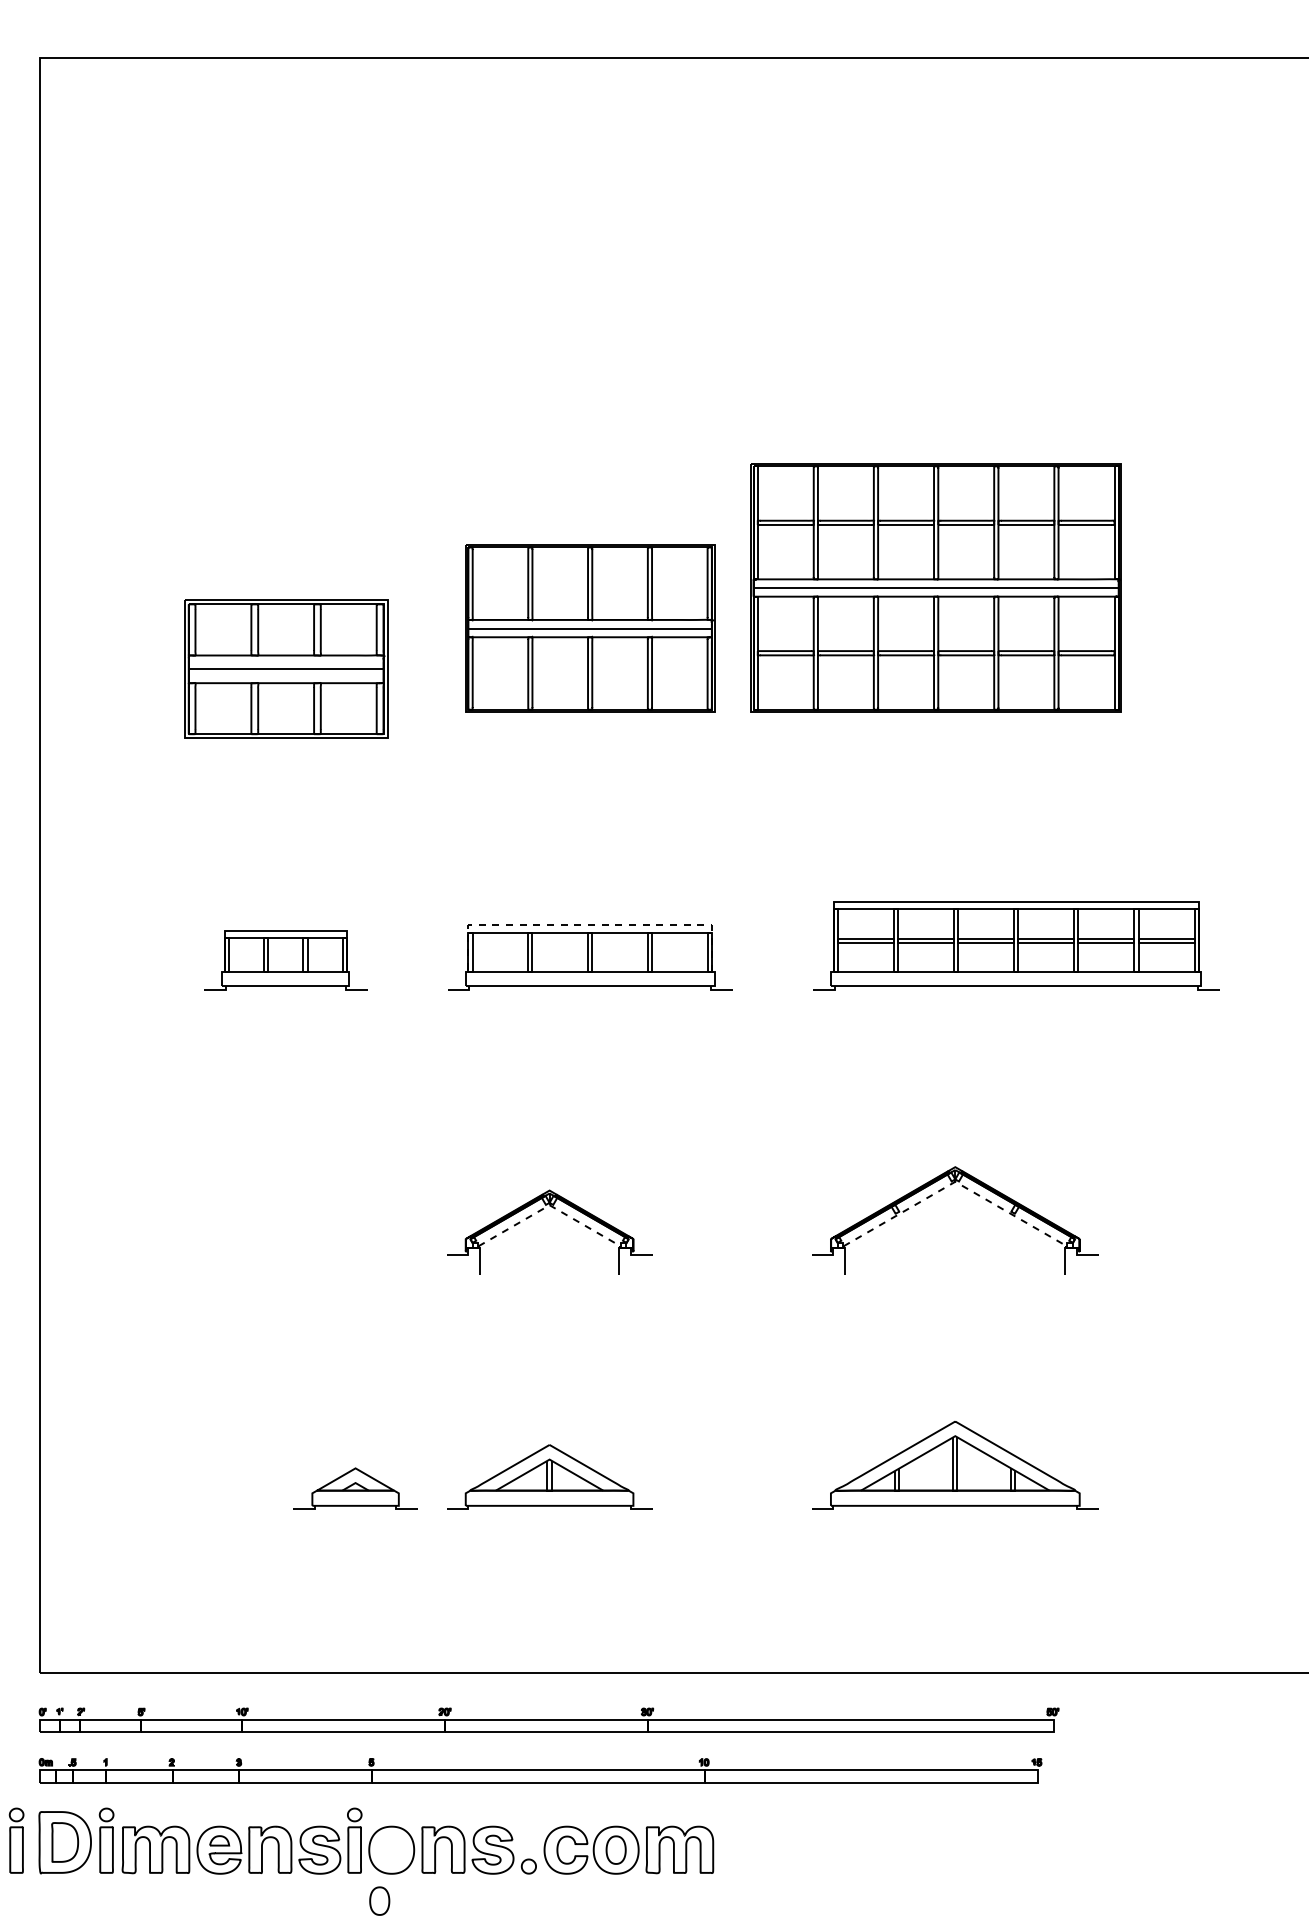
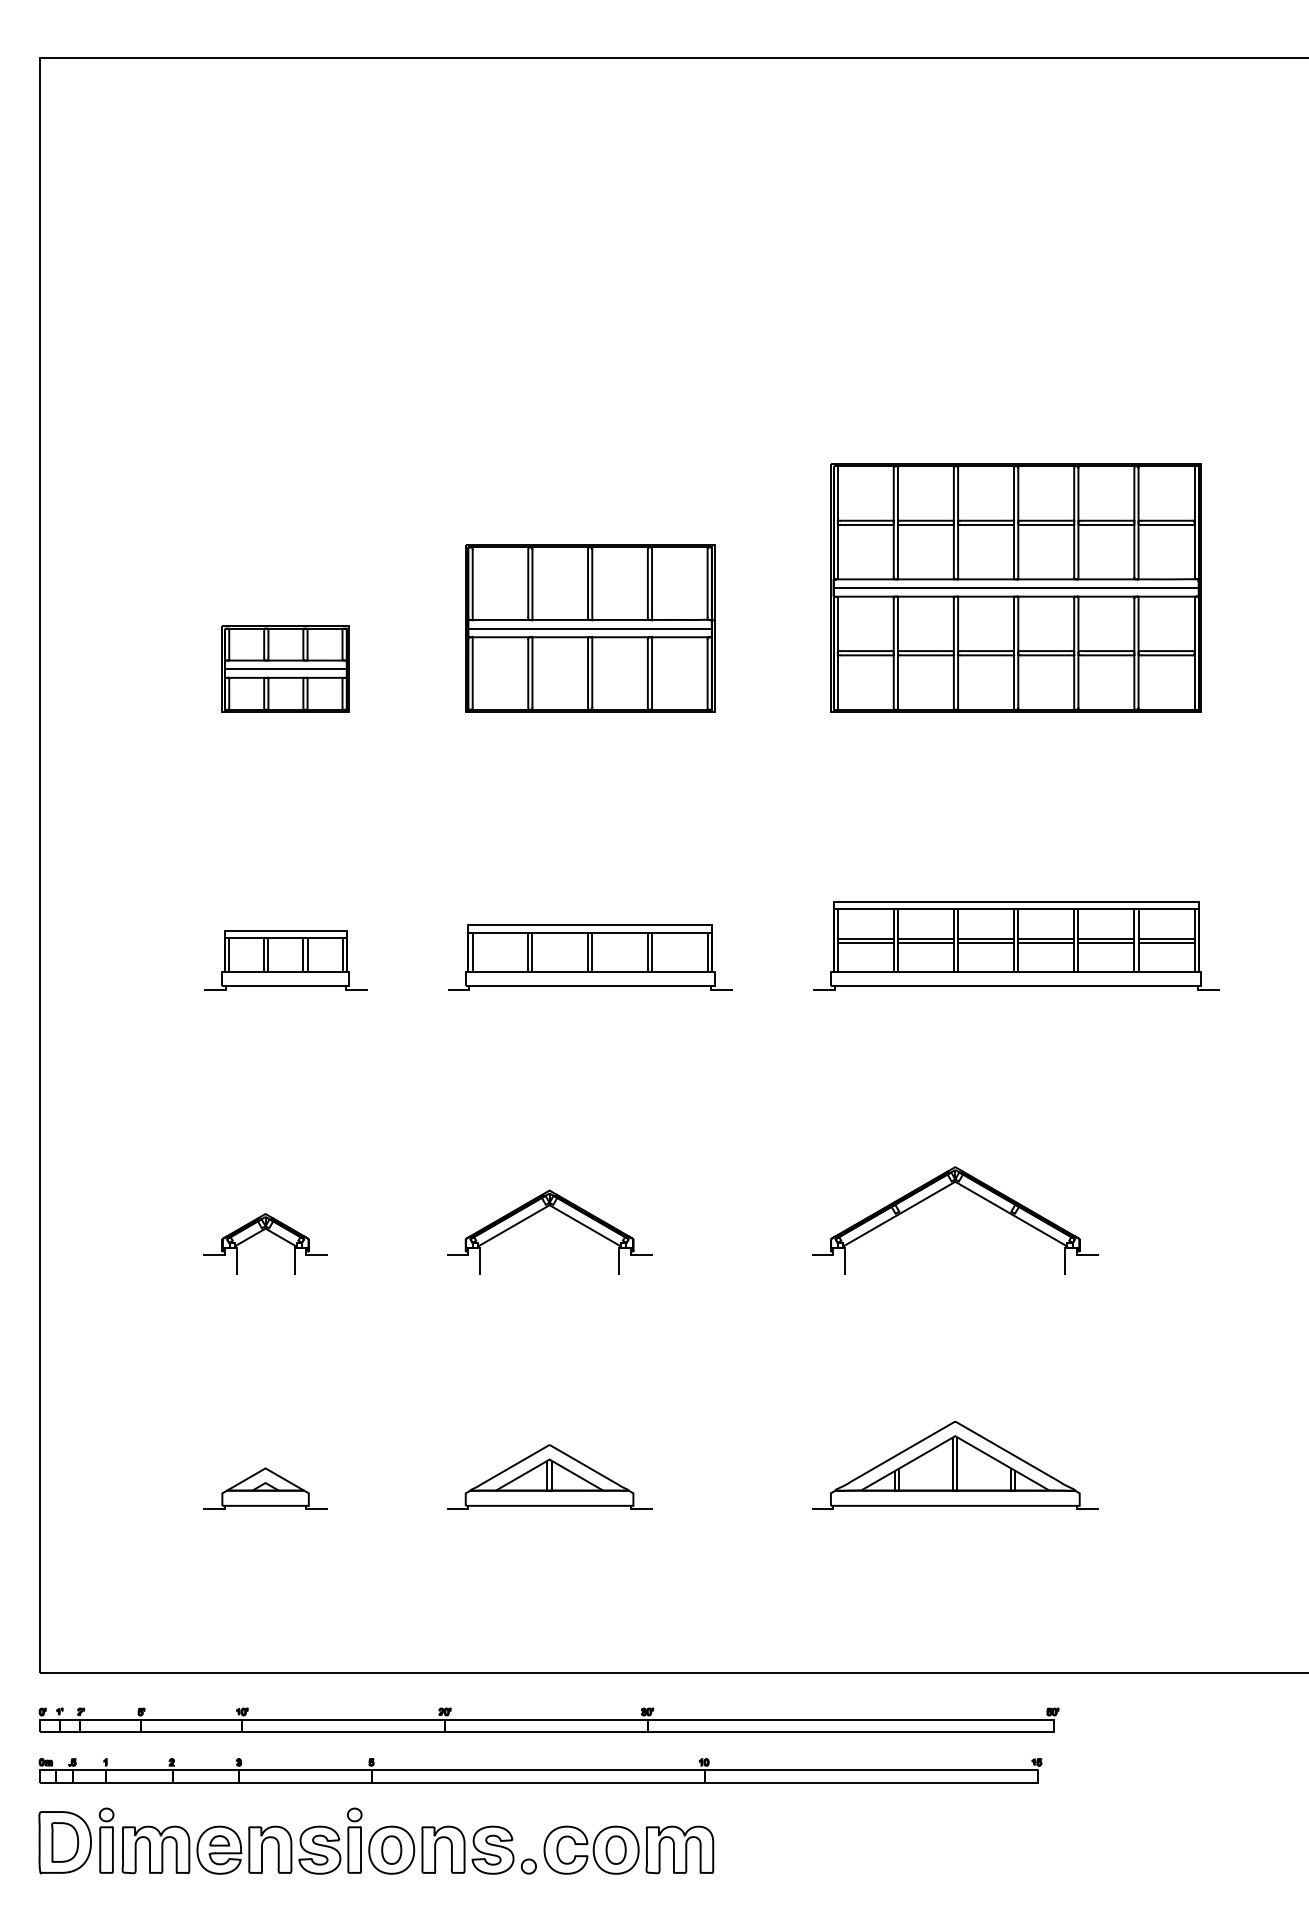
part at (935, 587) position: (935, 587) -> (1015, 587)
part at (286, 668) size: 205x140 px -> 129x88 px
line at (590, 925): dashed -> solid
line at (955, 1181): dashed -> solid
line at (549, 1205): dashed -> solid
part at (259, 1233): none -> present
part at (355, 1488) position: (355, 1488) -> (265, 1488)
part at (16, 1840): present -> none
part at (379, 1900) position: (379, 1900) -> (391, 1849)
